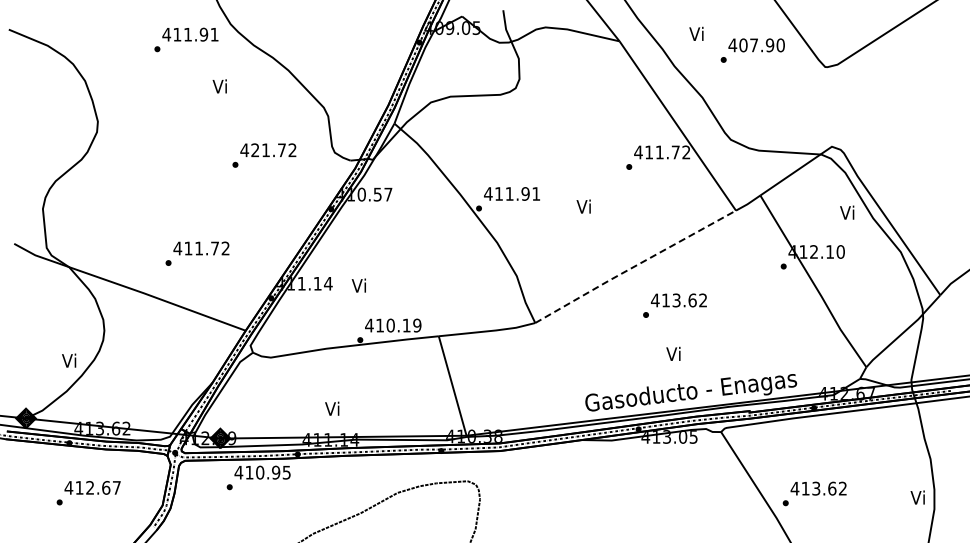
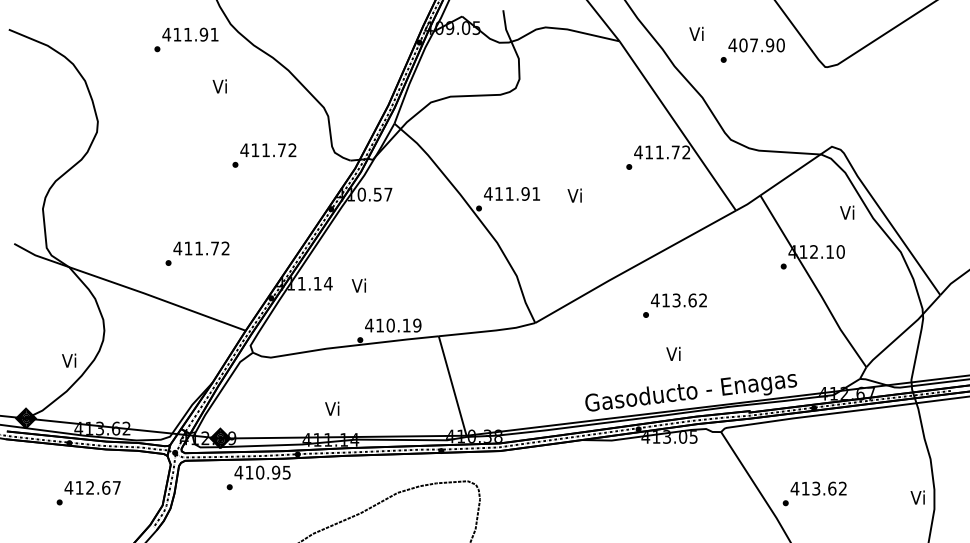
text at (255, 149): 421.72 -> 411.72
text at (583, 206) position: (583, 206) -> (574, 195)
line at (635, 266): dashed -> solid
